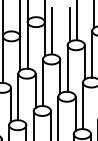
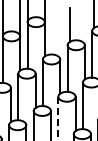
line at (76, 21): present -> none
line at (52, 30): present -> none
line at (58, 118): solid -> dashed
